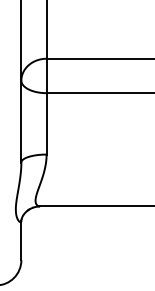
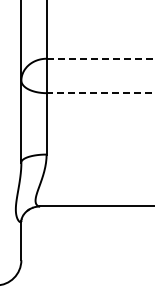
line at (100, 58): solid -> dashed
line at (100, 93): solid -> dashed
